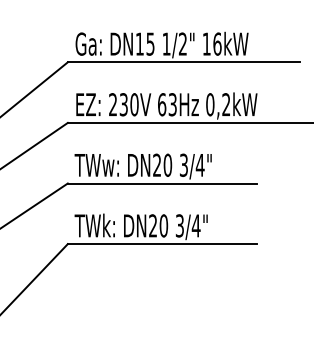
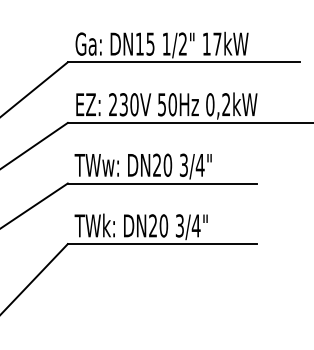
text at (217, 43): 16kW -> 17kW
text at (167, 104): 63Hz -> 50Hz
